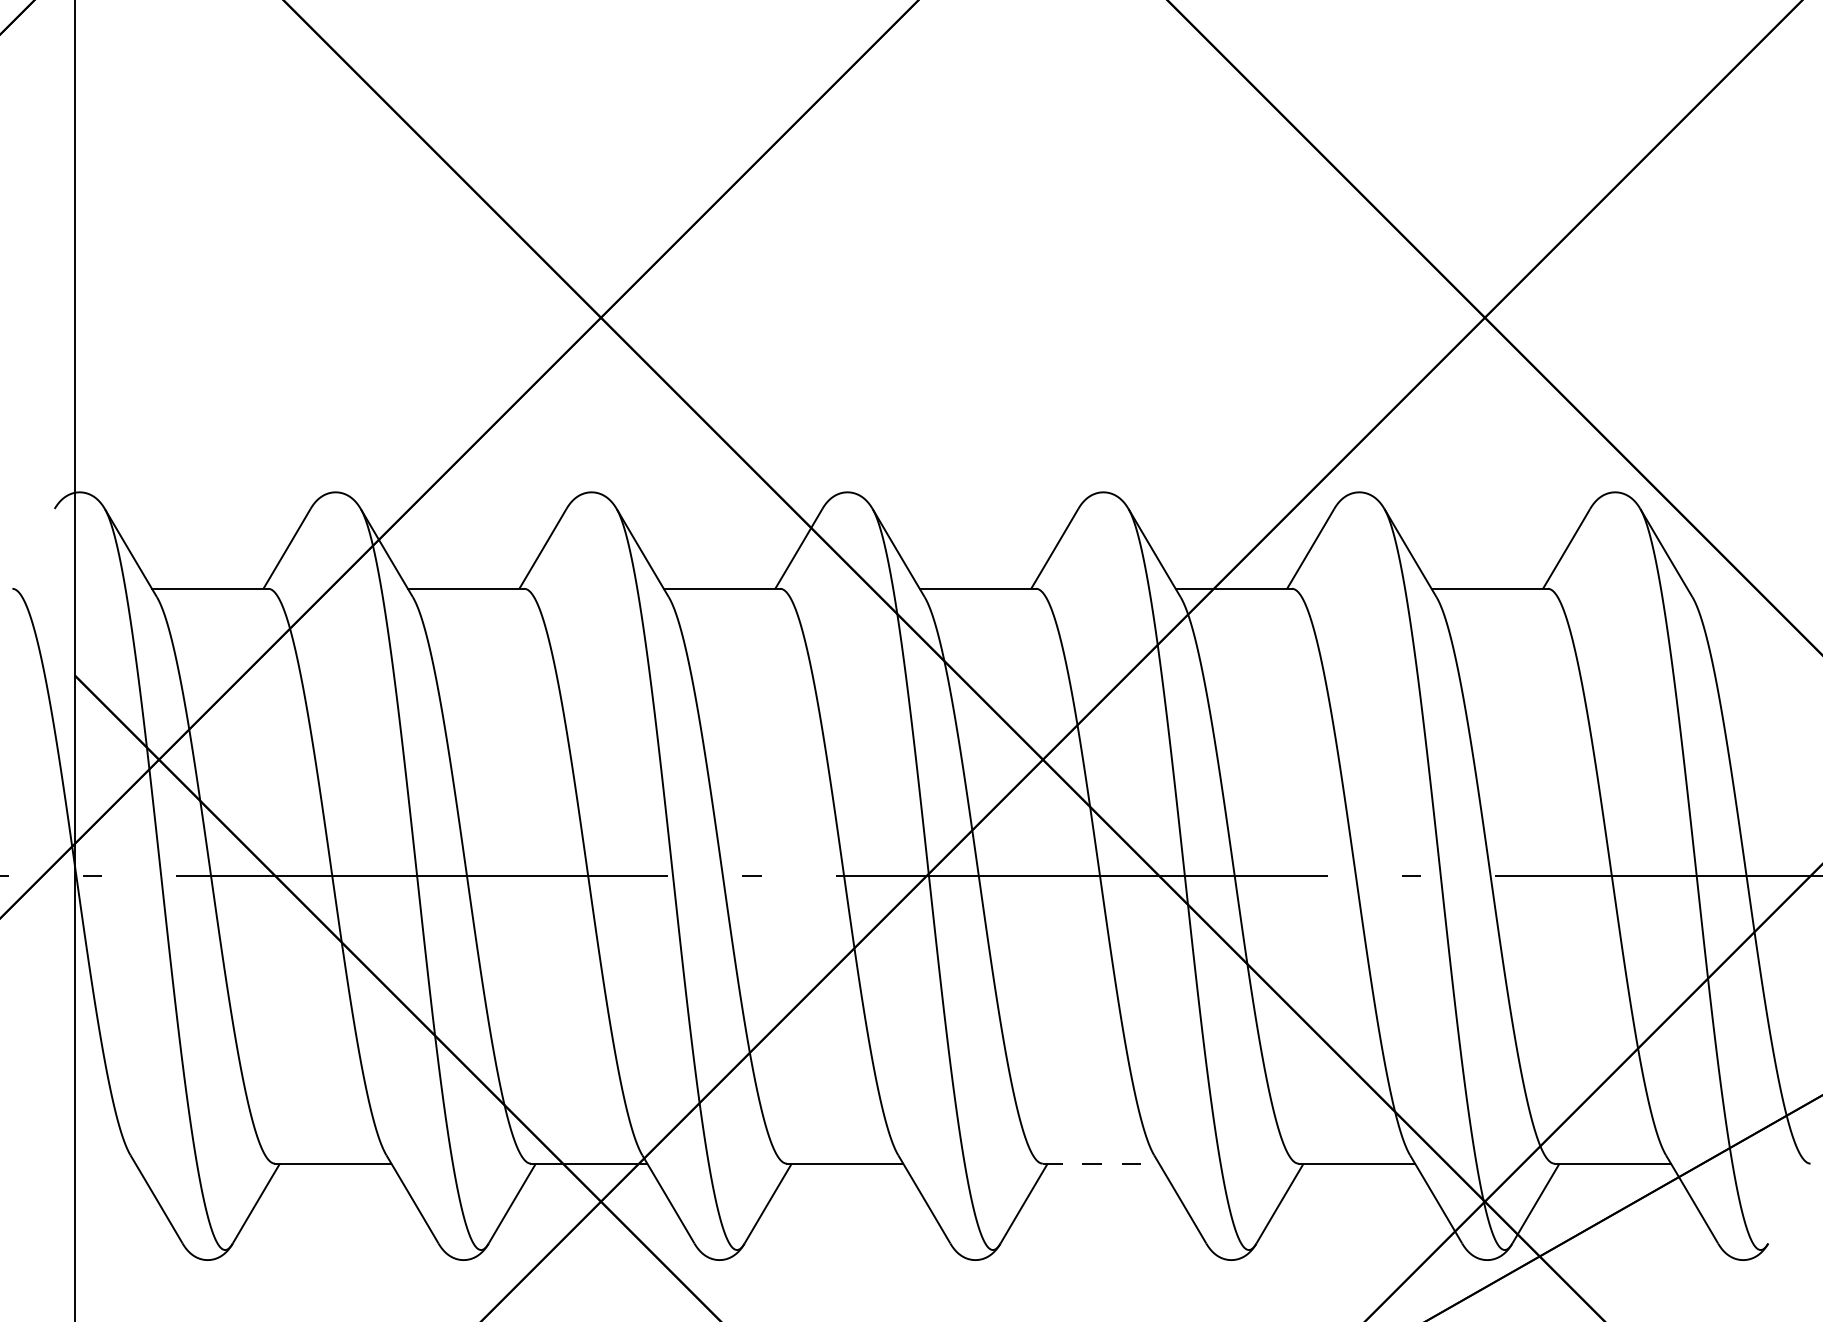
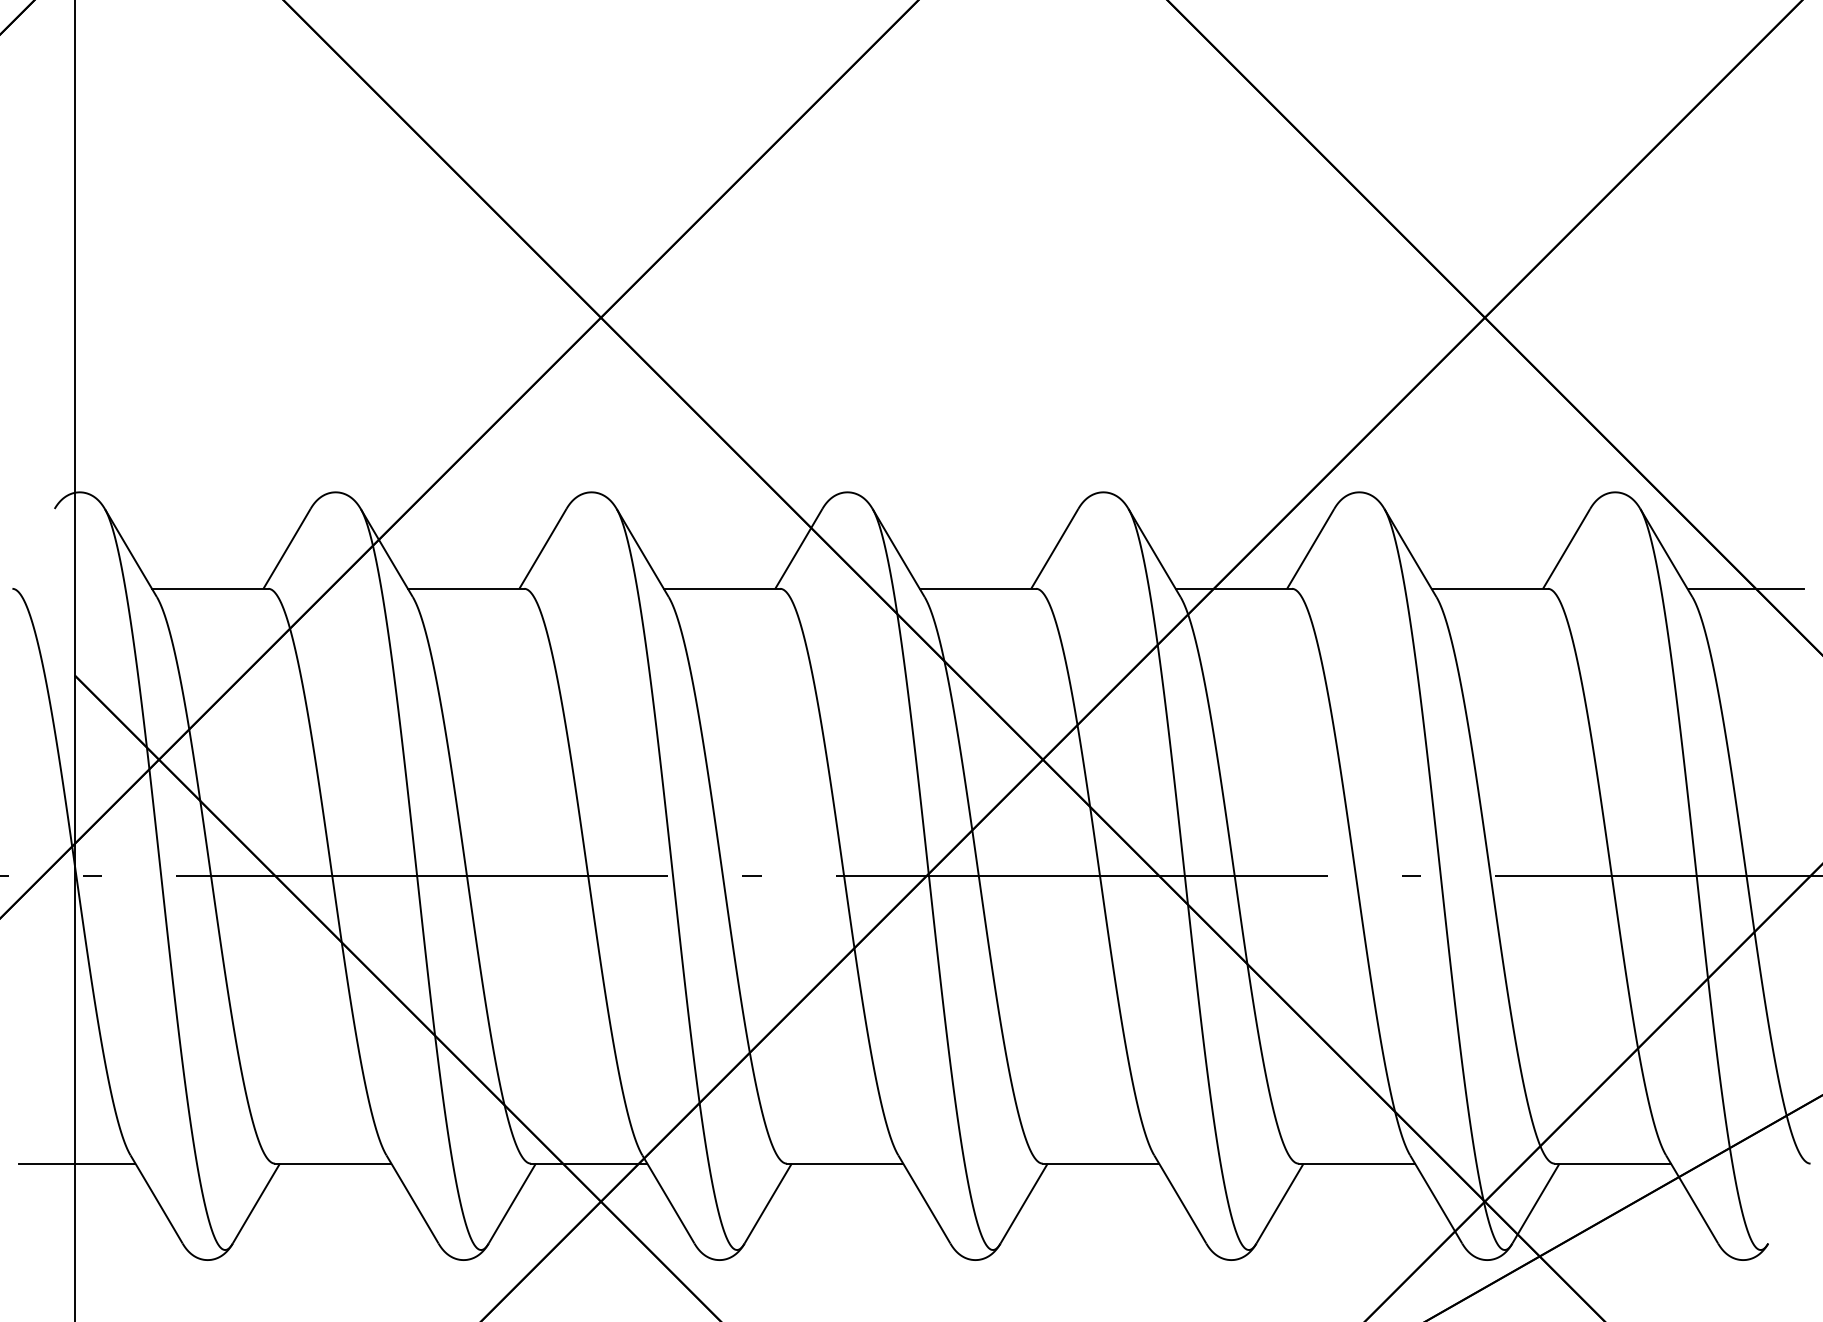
line at (1745, 588): none -> present
line at (77, 1163): none -> present
line at (1101, 1163): dashed -> solid
